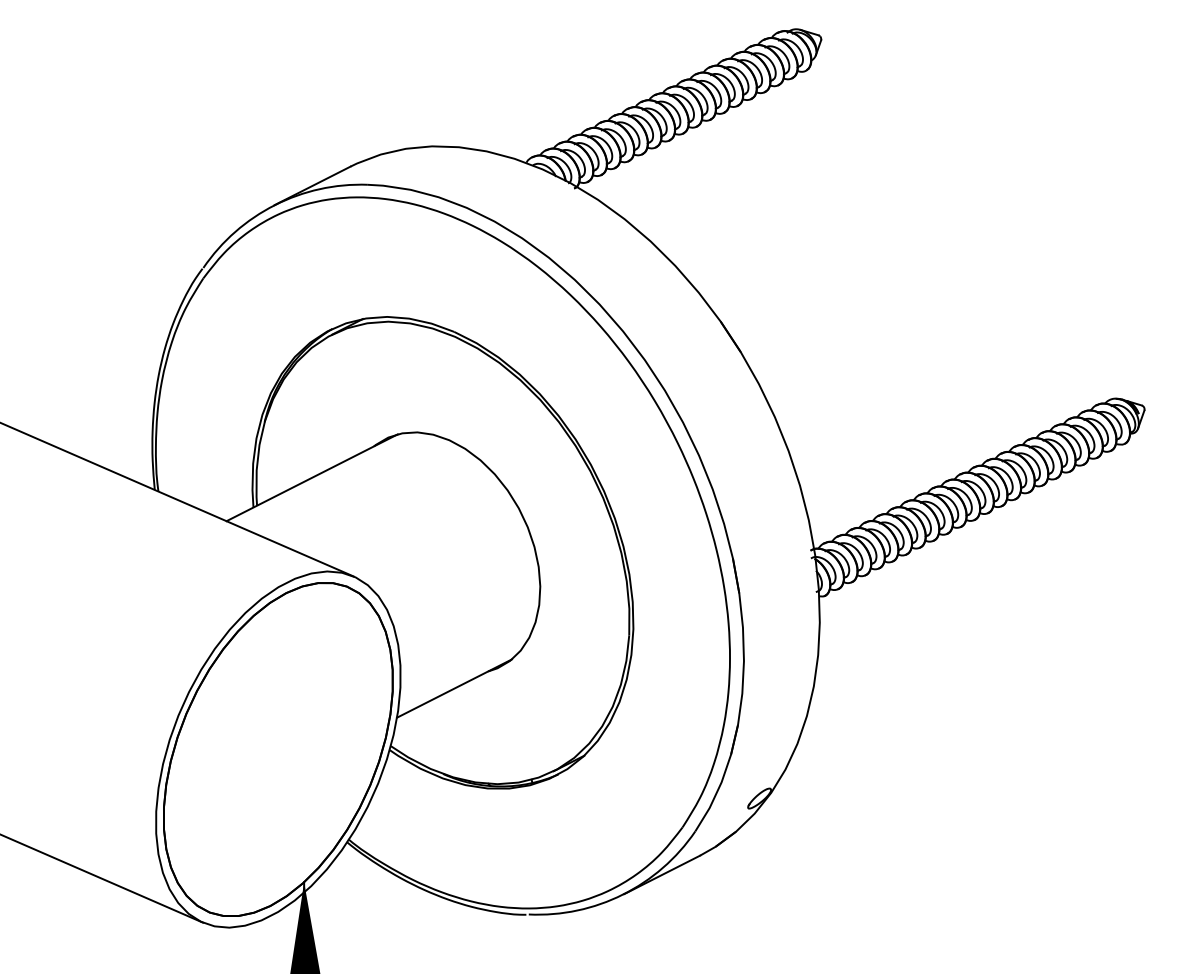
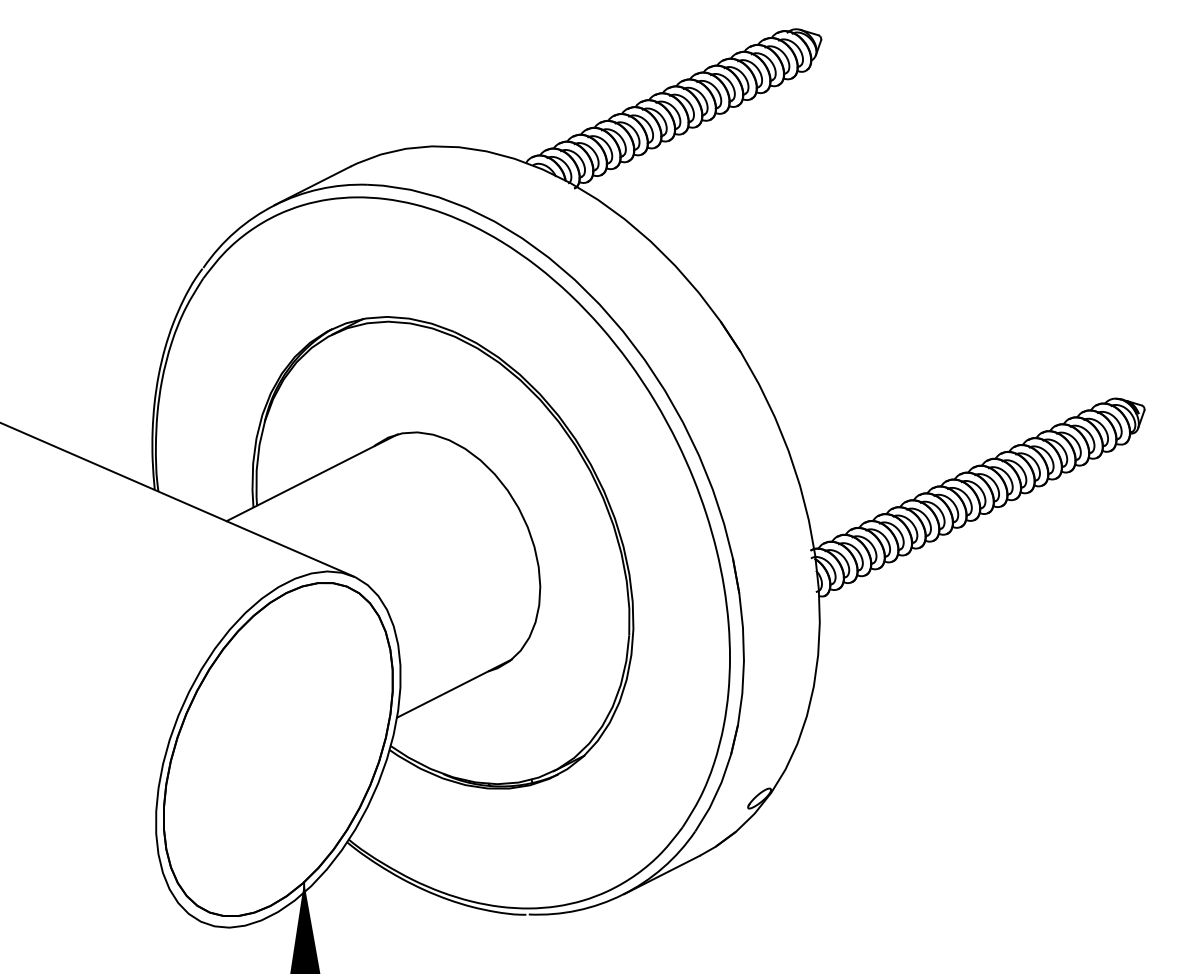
line at (102, 878): present -> none
